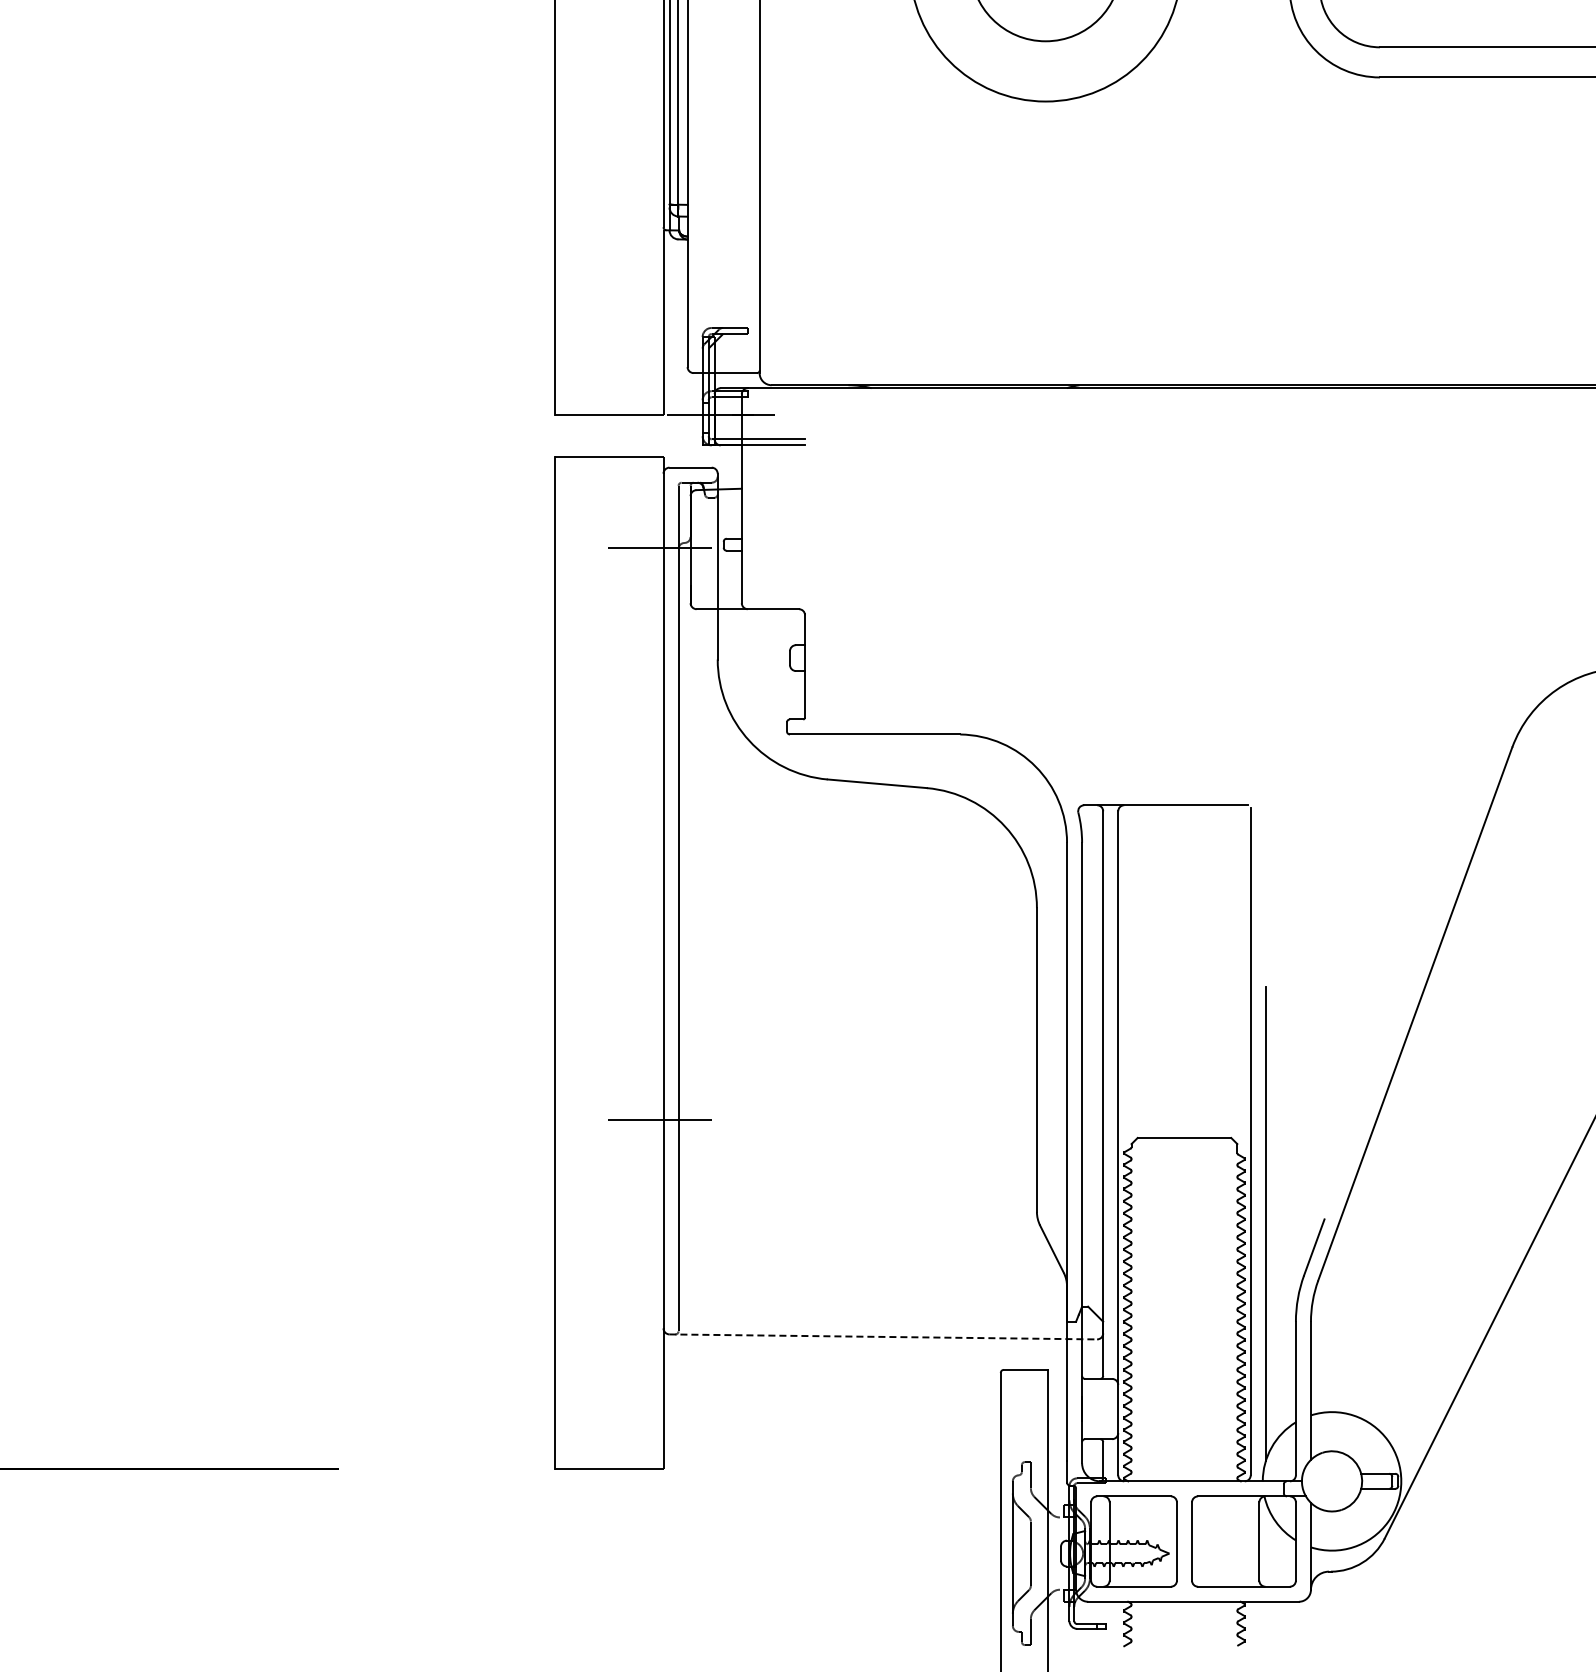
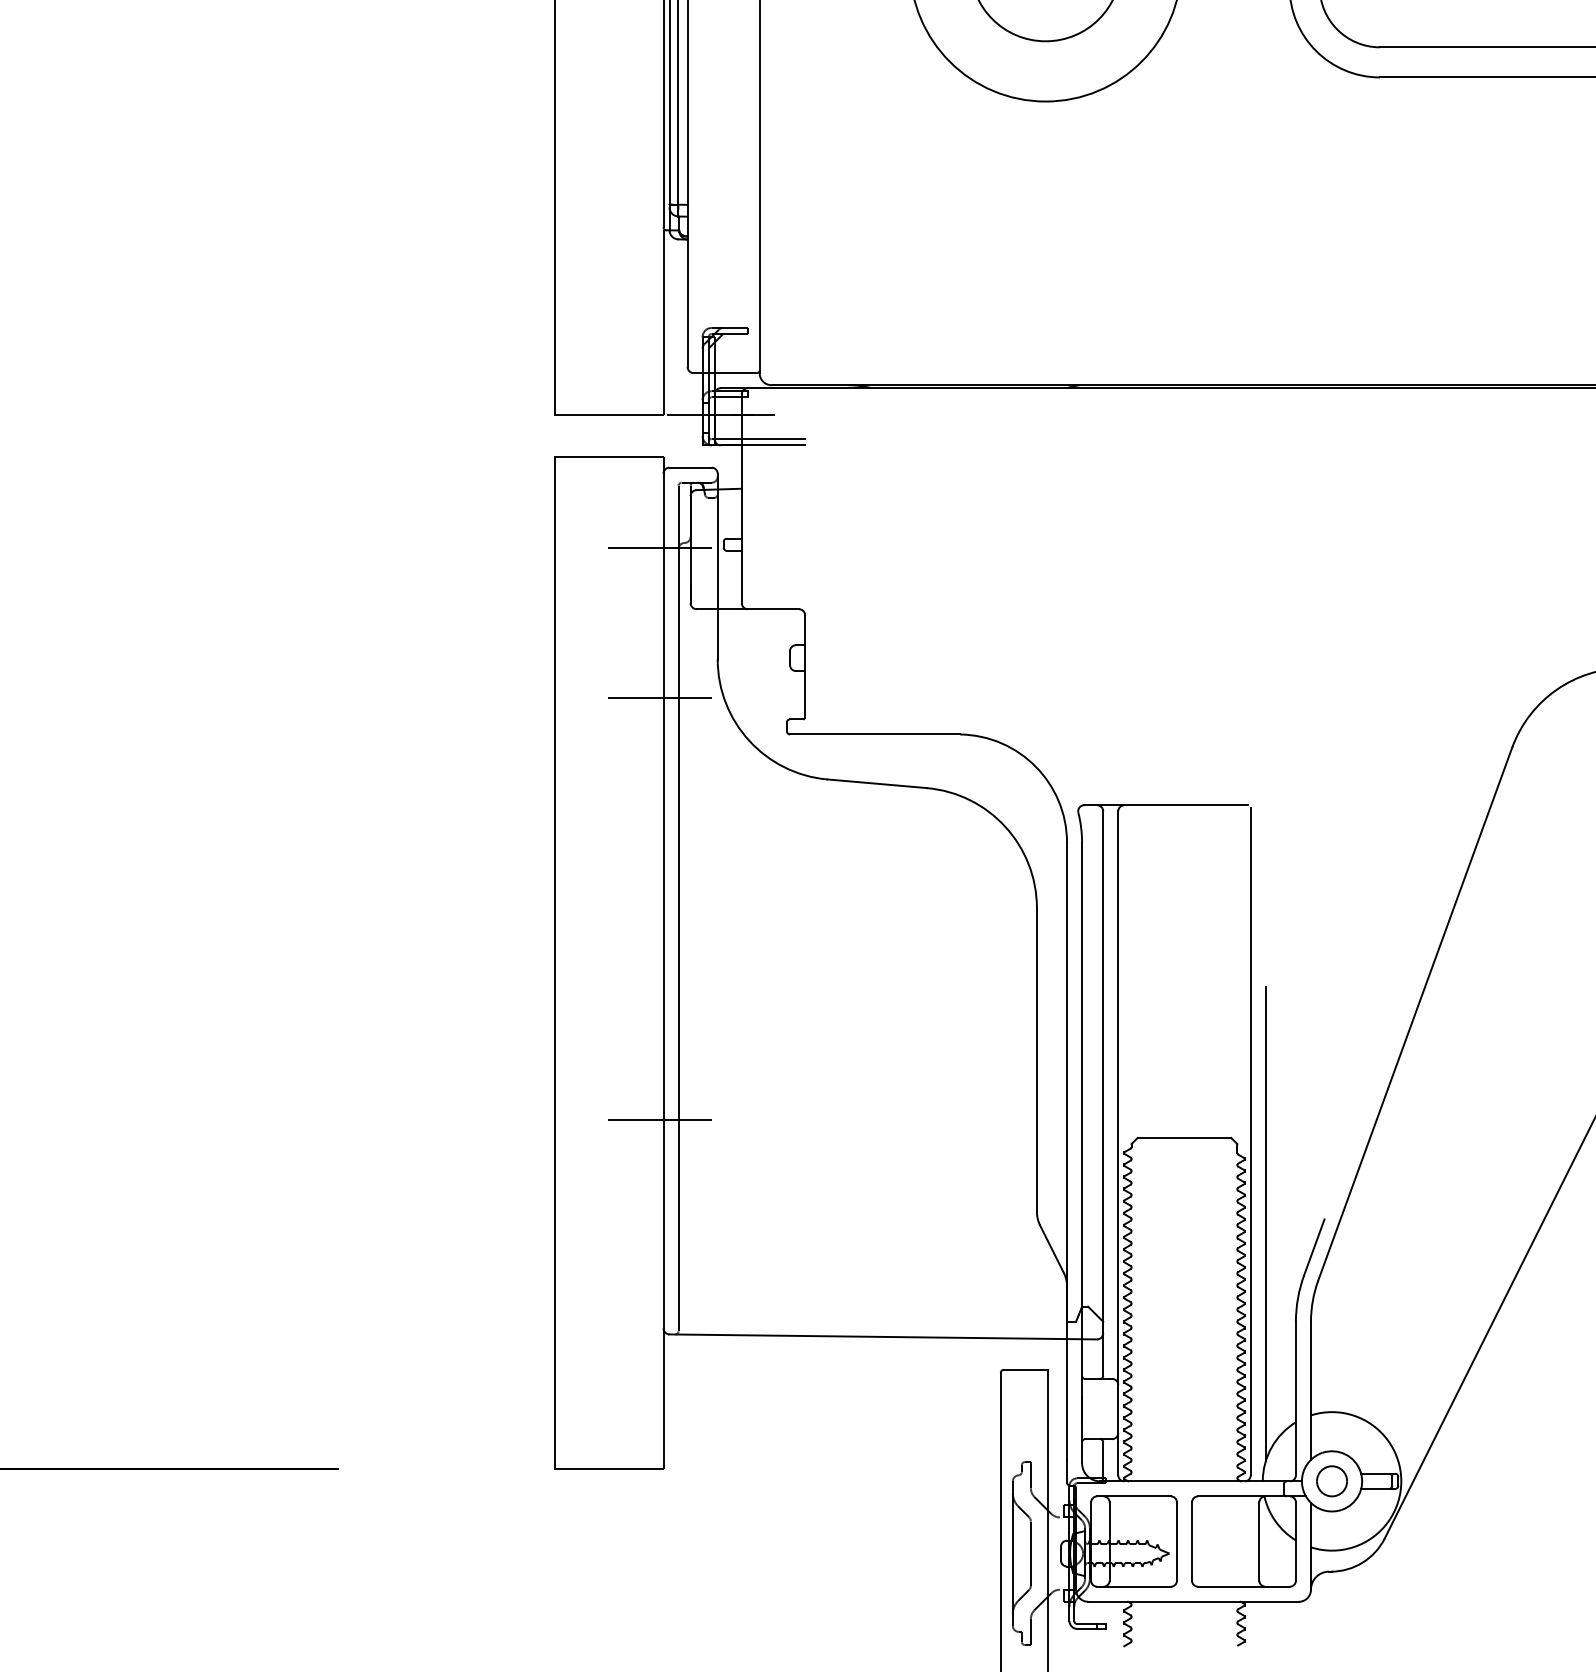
line at (659, 698): none -> present
line at (883, 1336): dashed -> solid
part at (1331, 1481): none -> present
